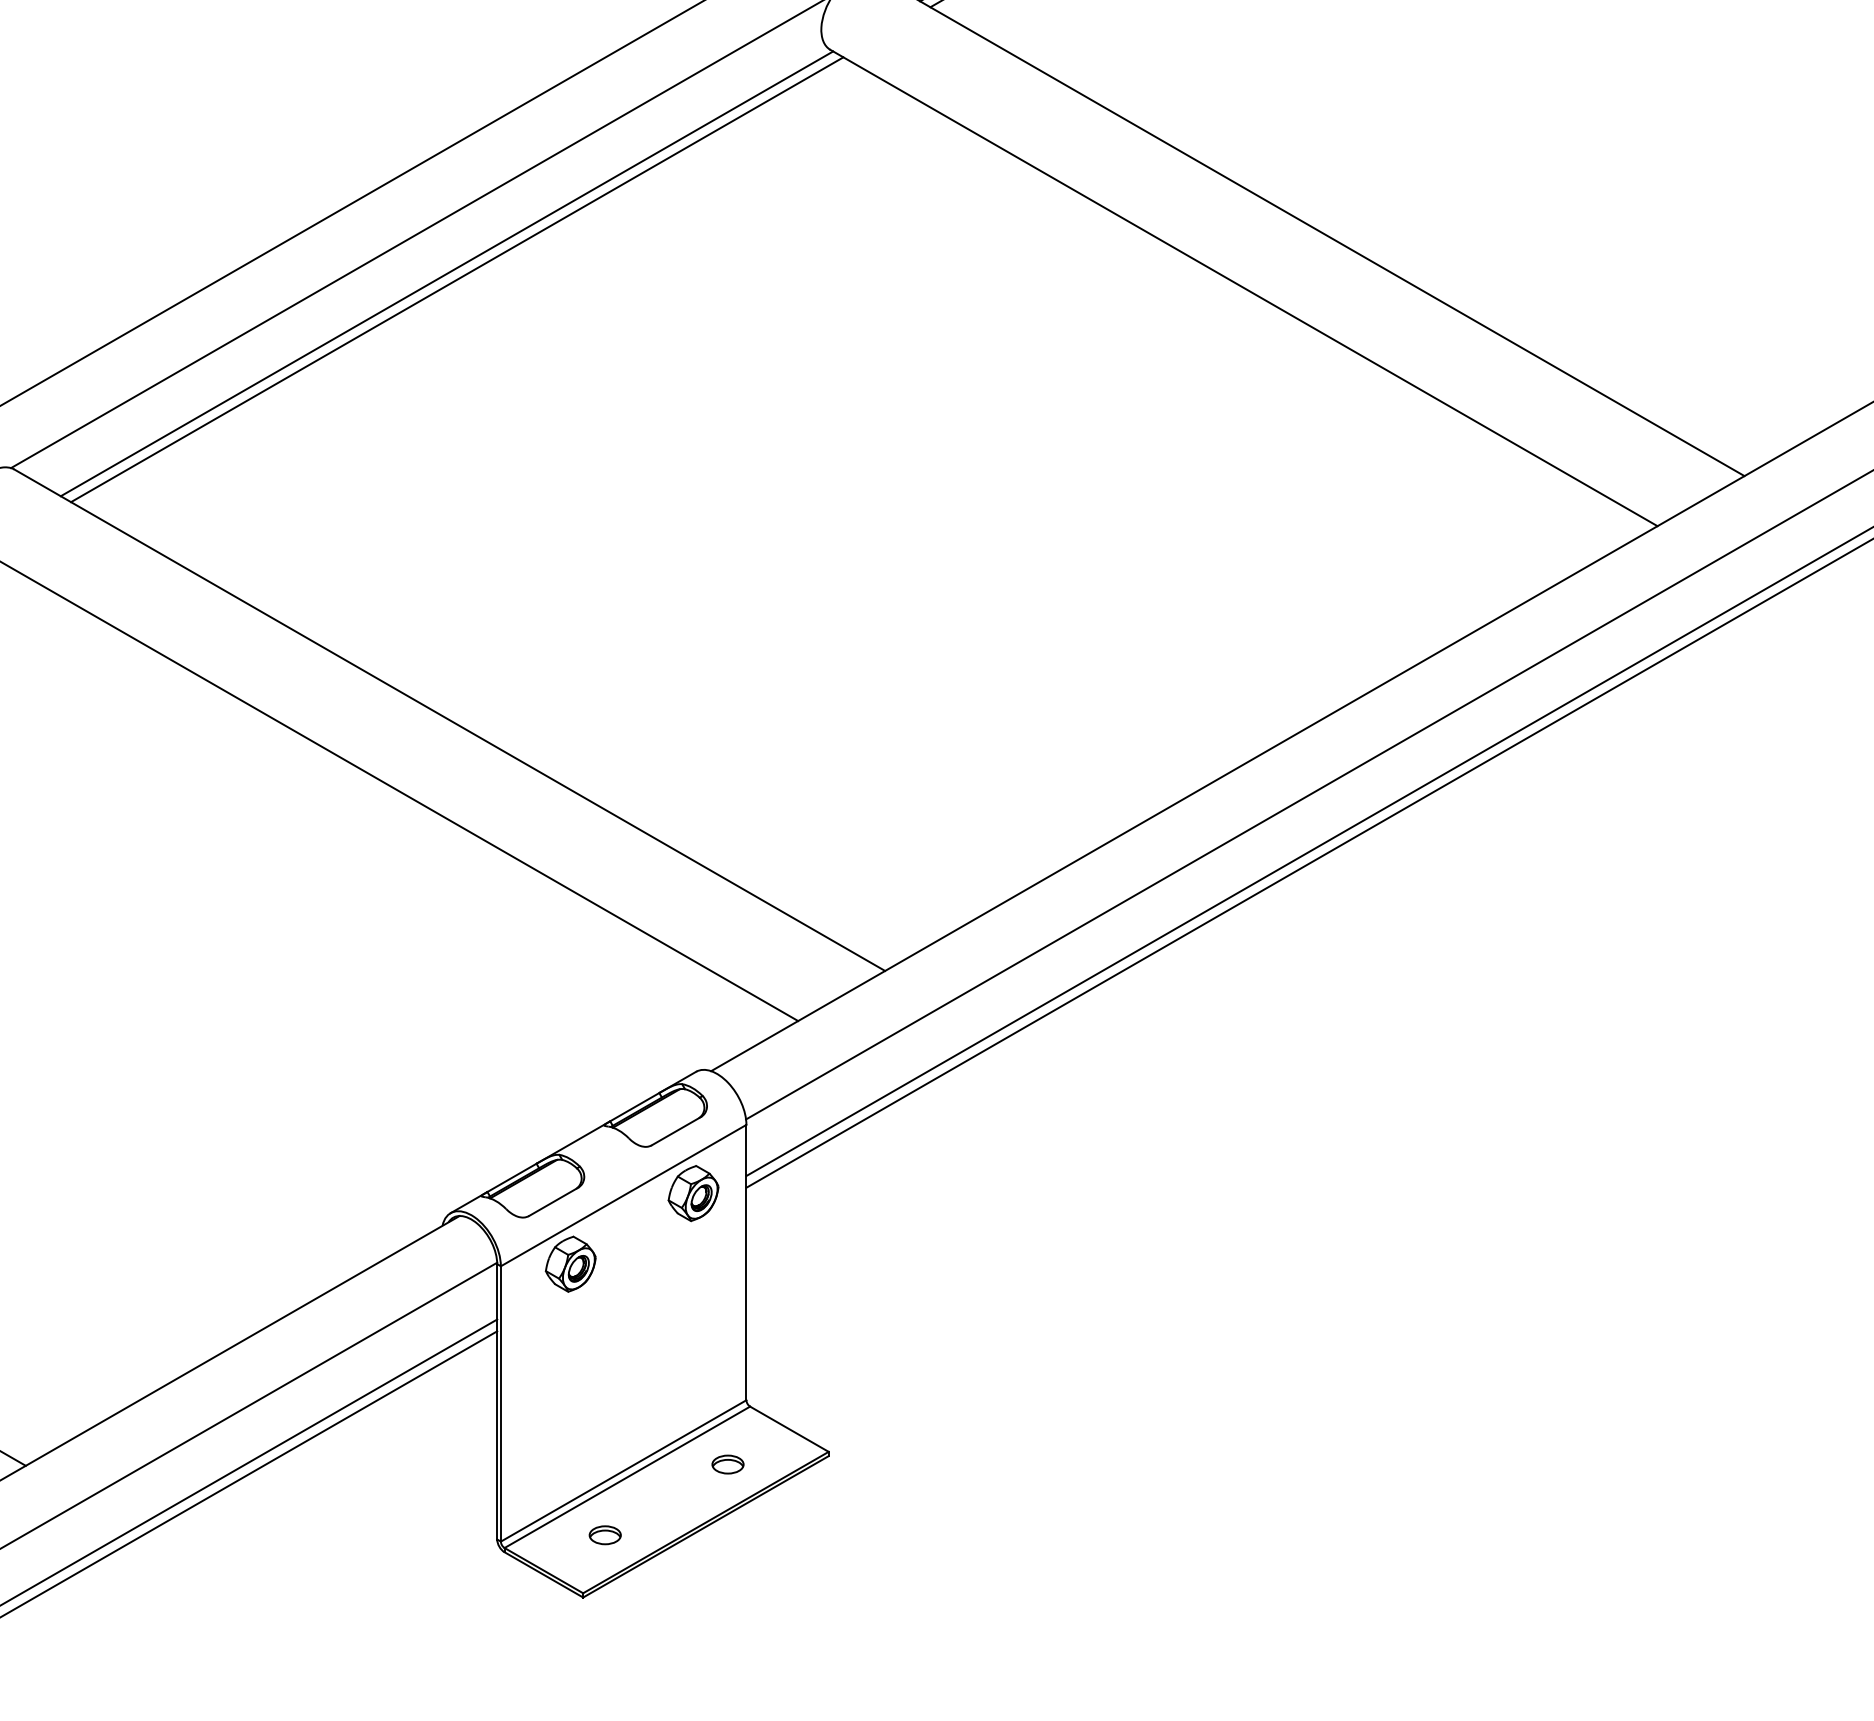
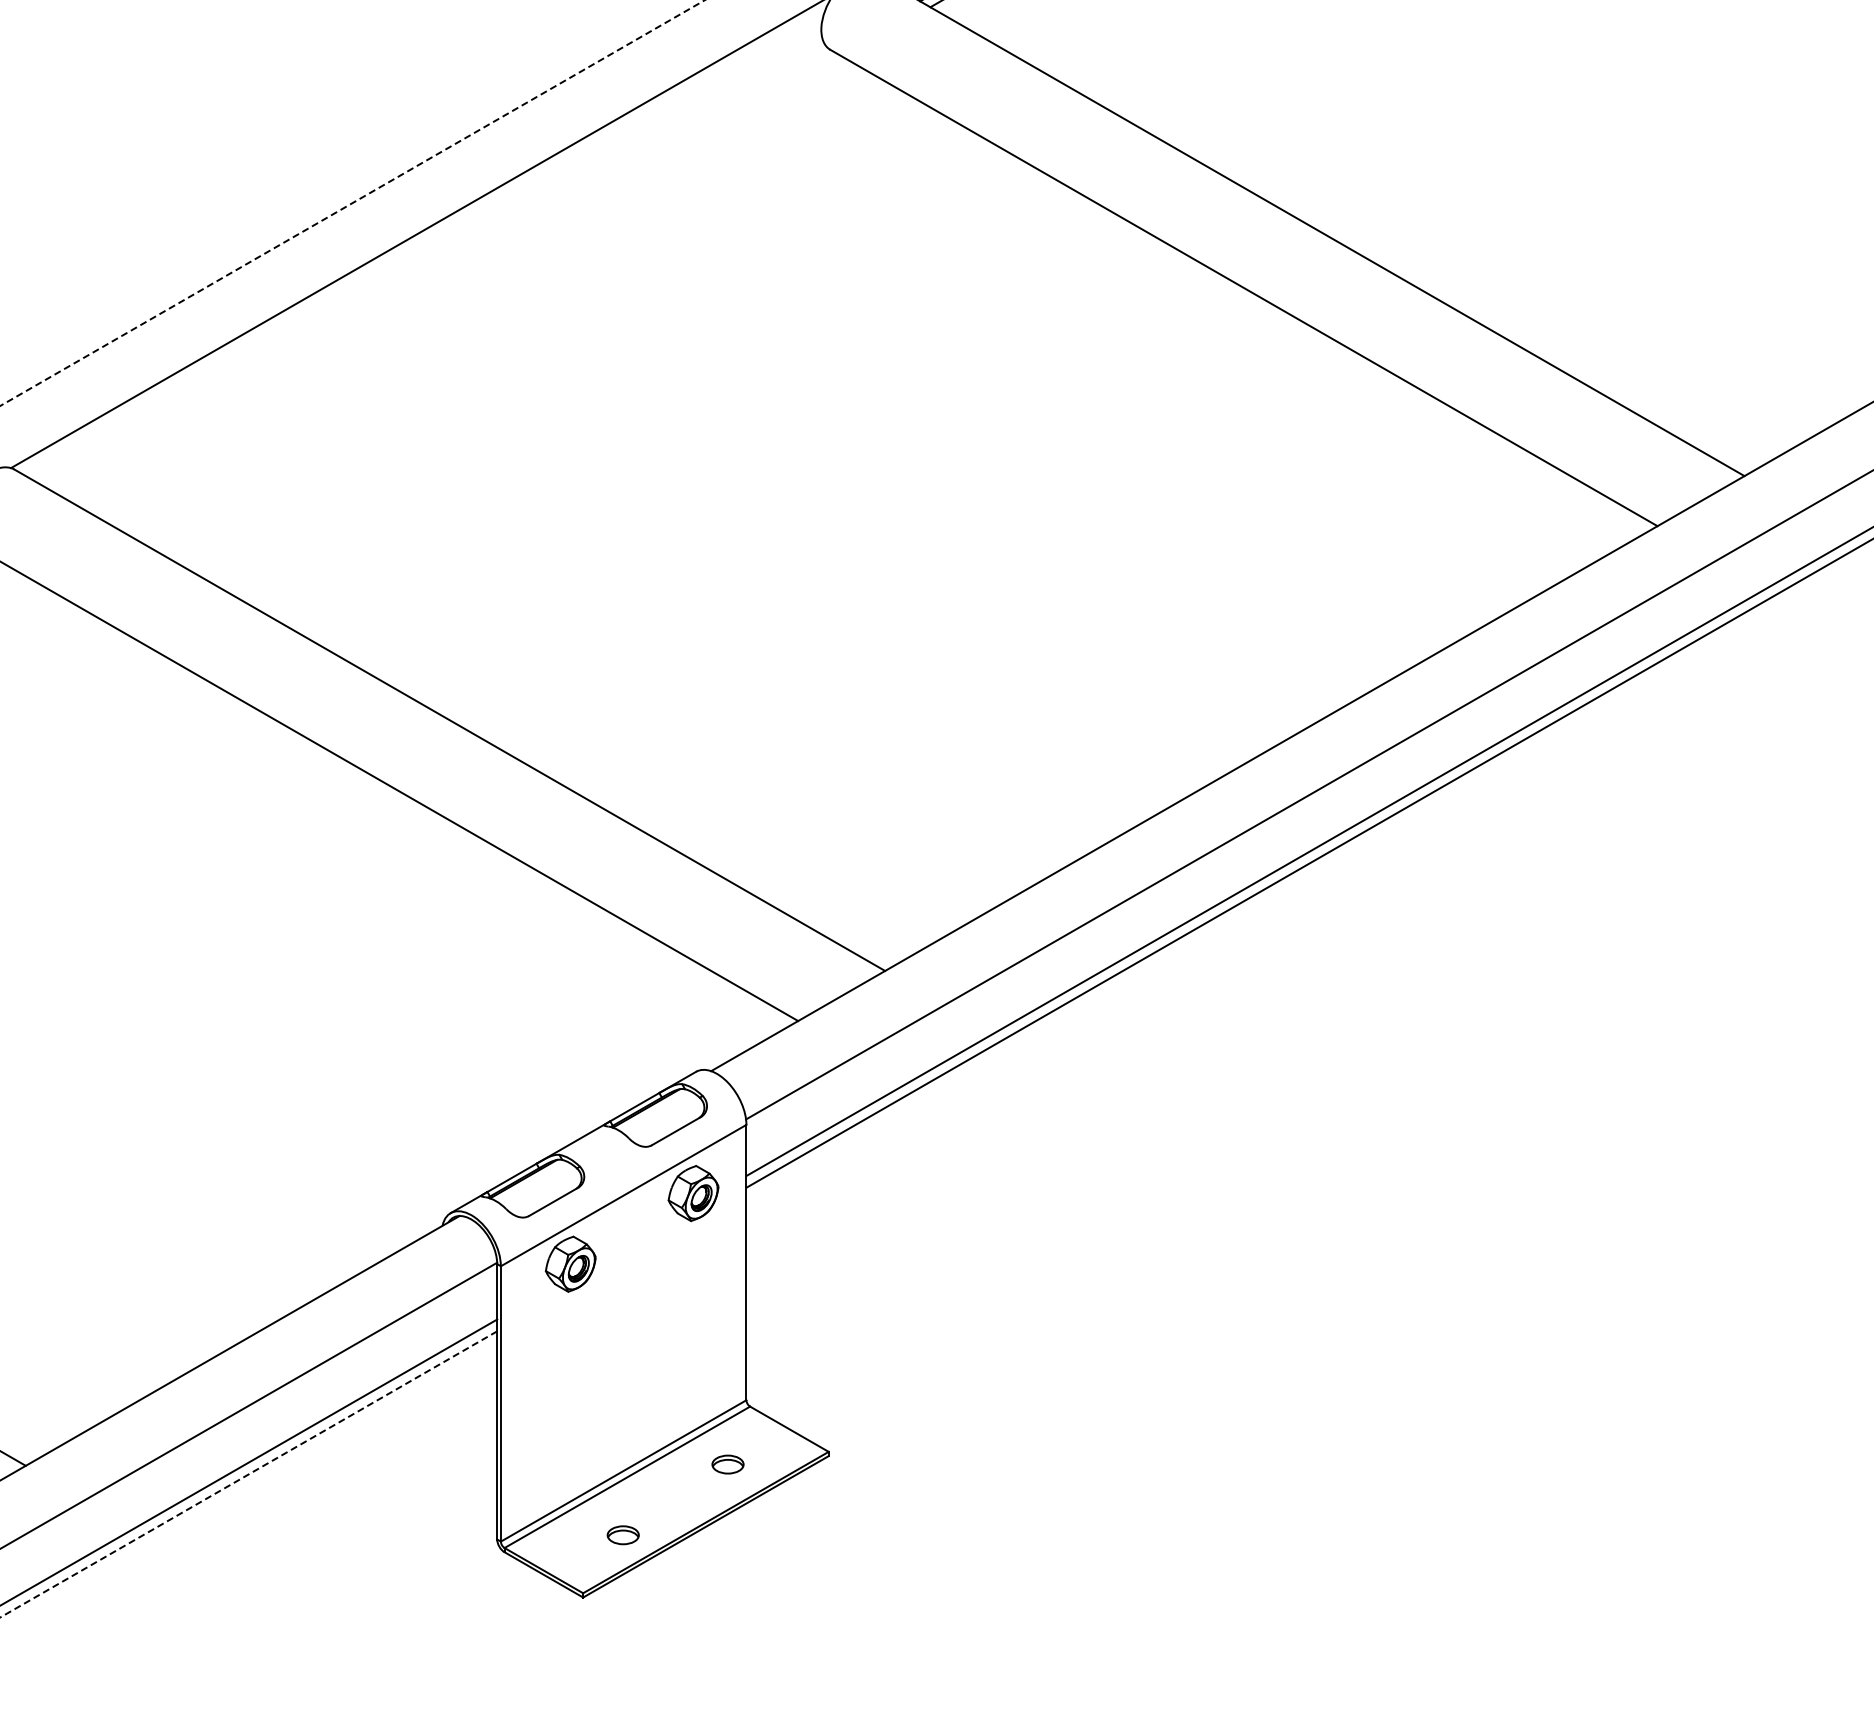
line at (353, 202): solid -> dashed
line at (446, 273): present -> none
line at (457, 279): present -> none
line at (248, 1474): solid -> dashed
part at (604, 1535) position: (604, 1535) -> (622, 1535)
